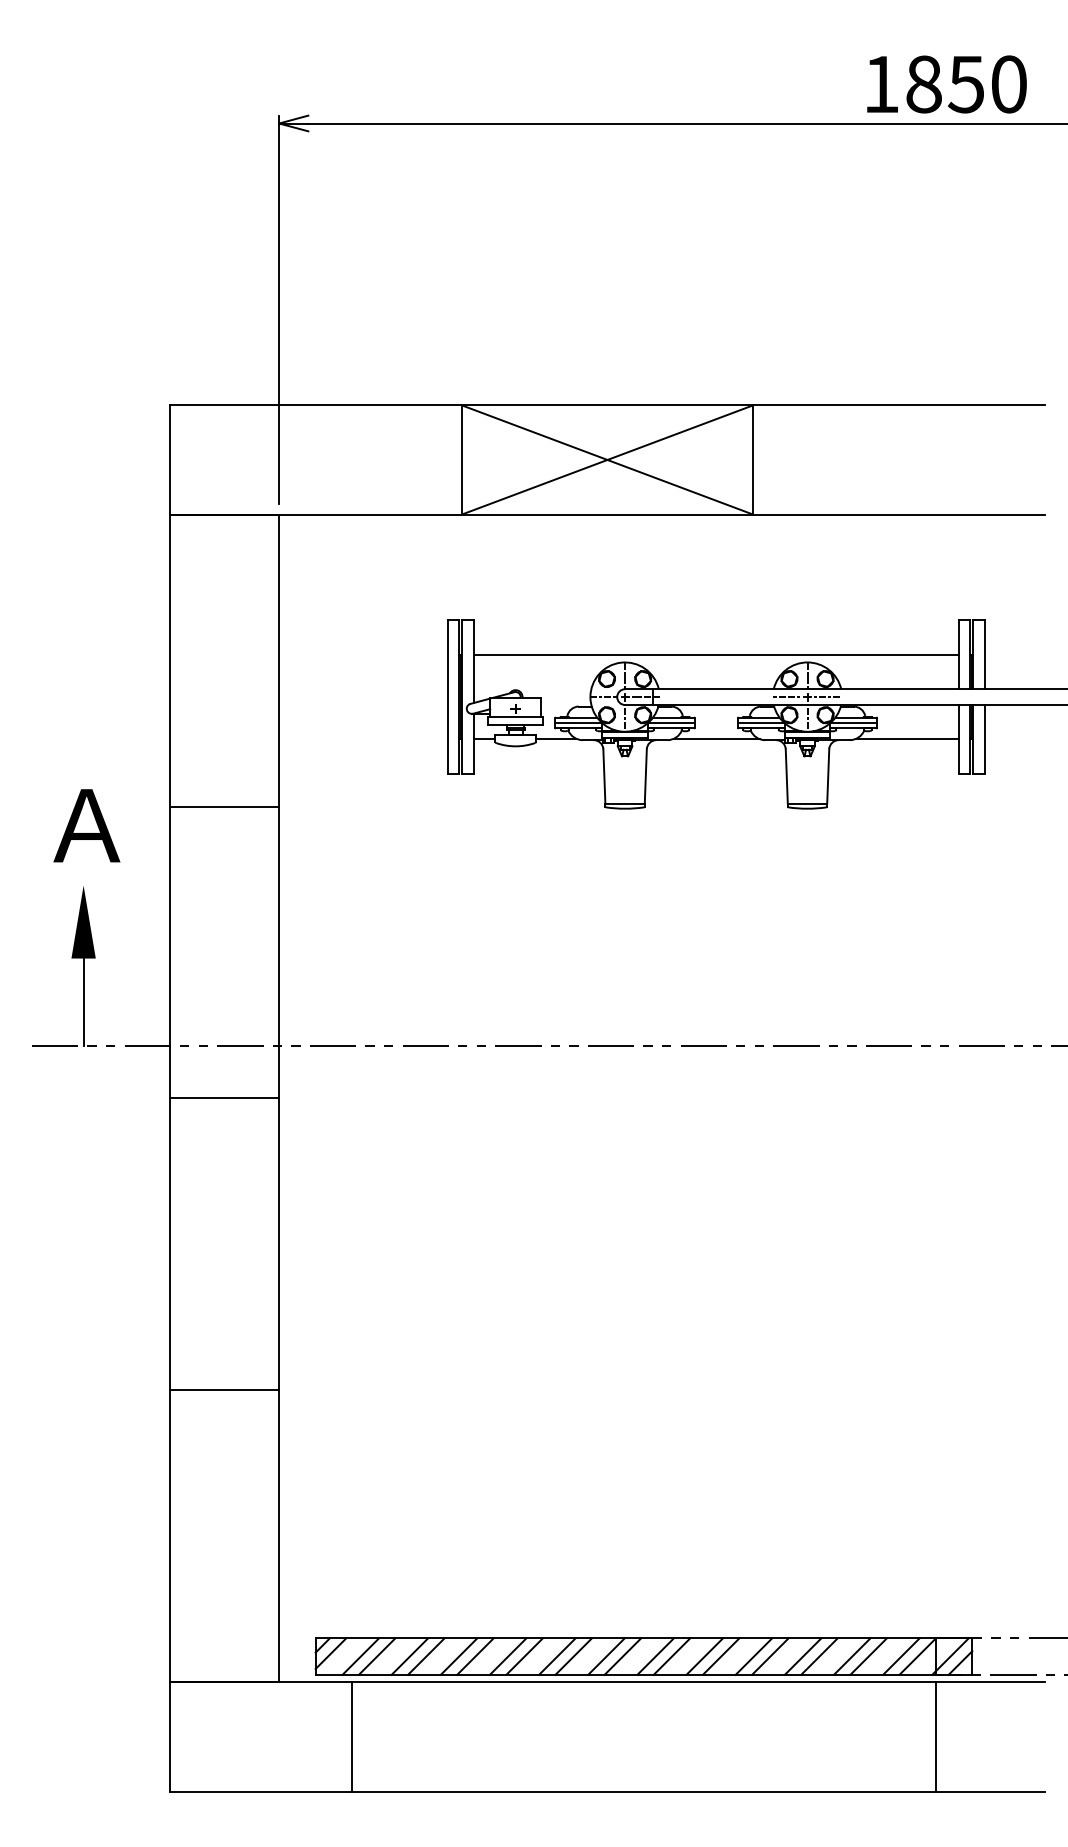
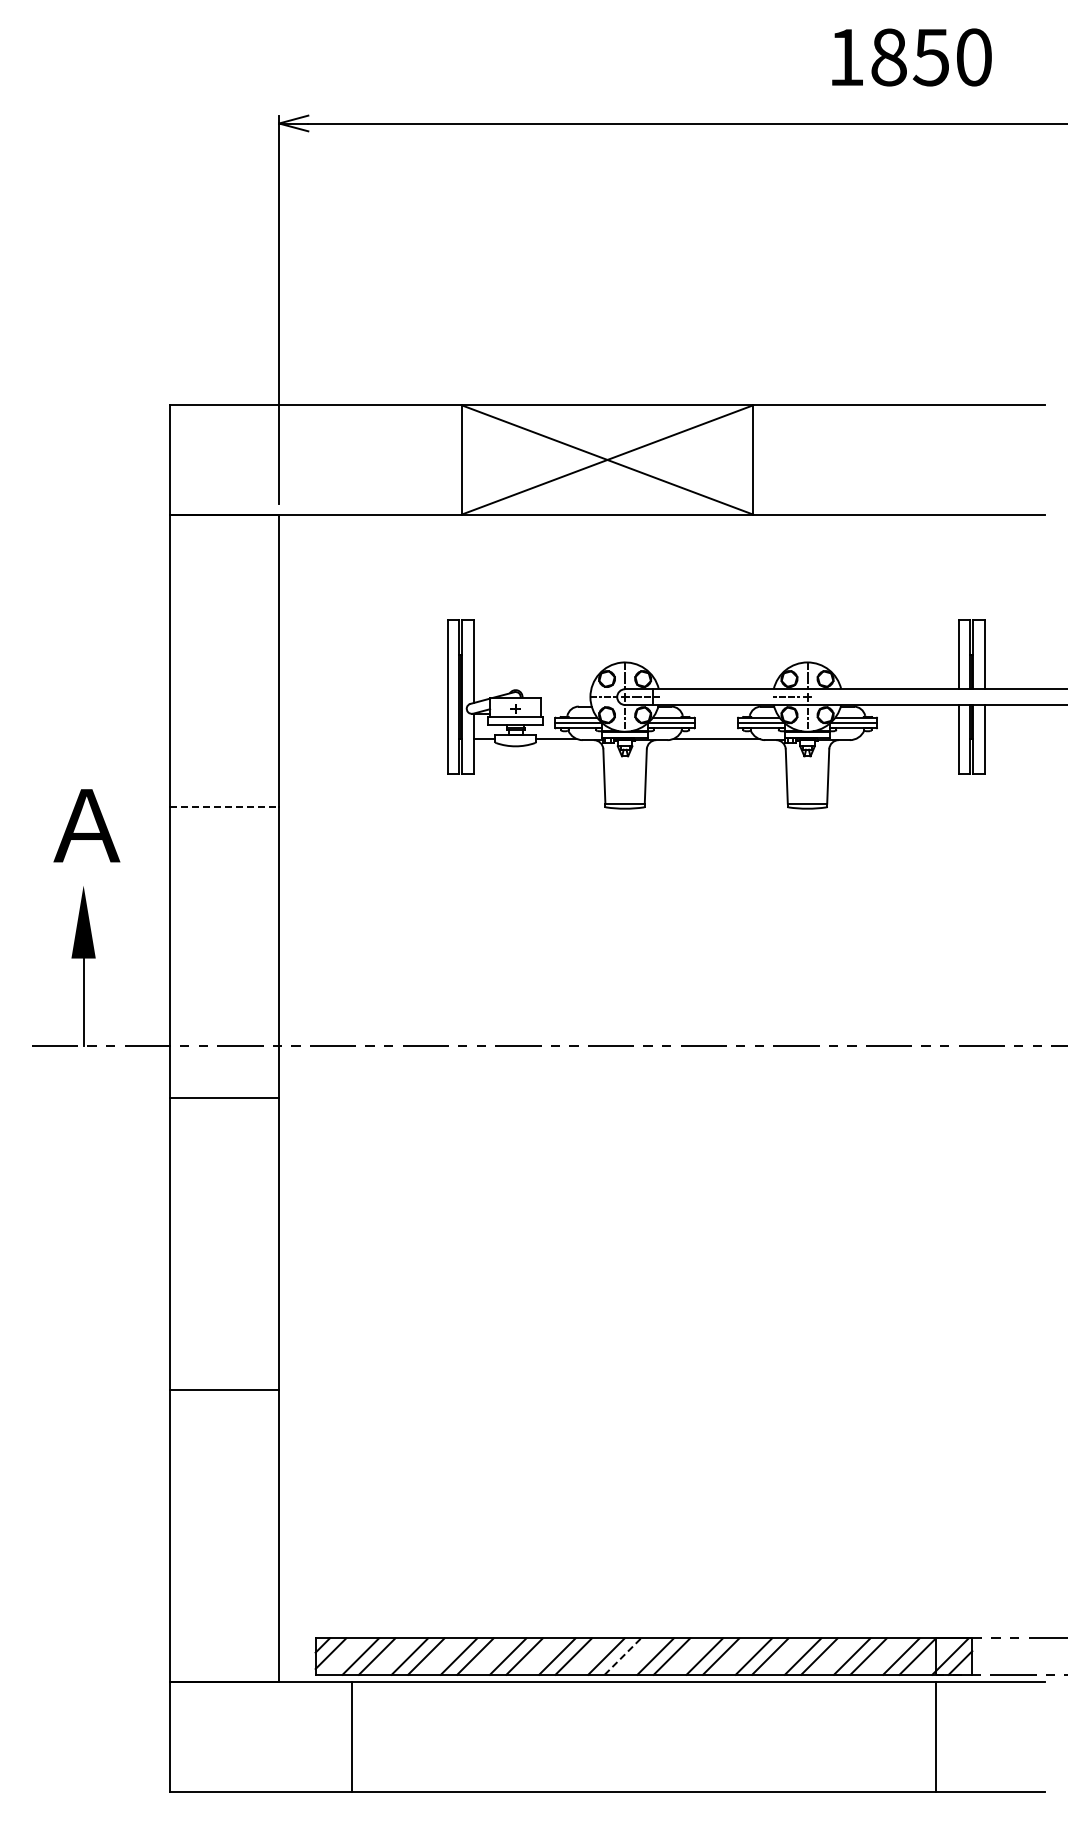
text at (946, 84) position: (946, 84) -> (911, 57)
line at (716, 655): present -> none
line at (828, 697): present -> none
line at (907, 738): present -> none
line at (224, 806): solid -> dashed
line at (622, 1656): solid -> dashed
